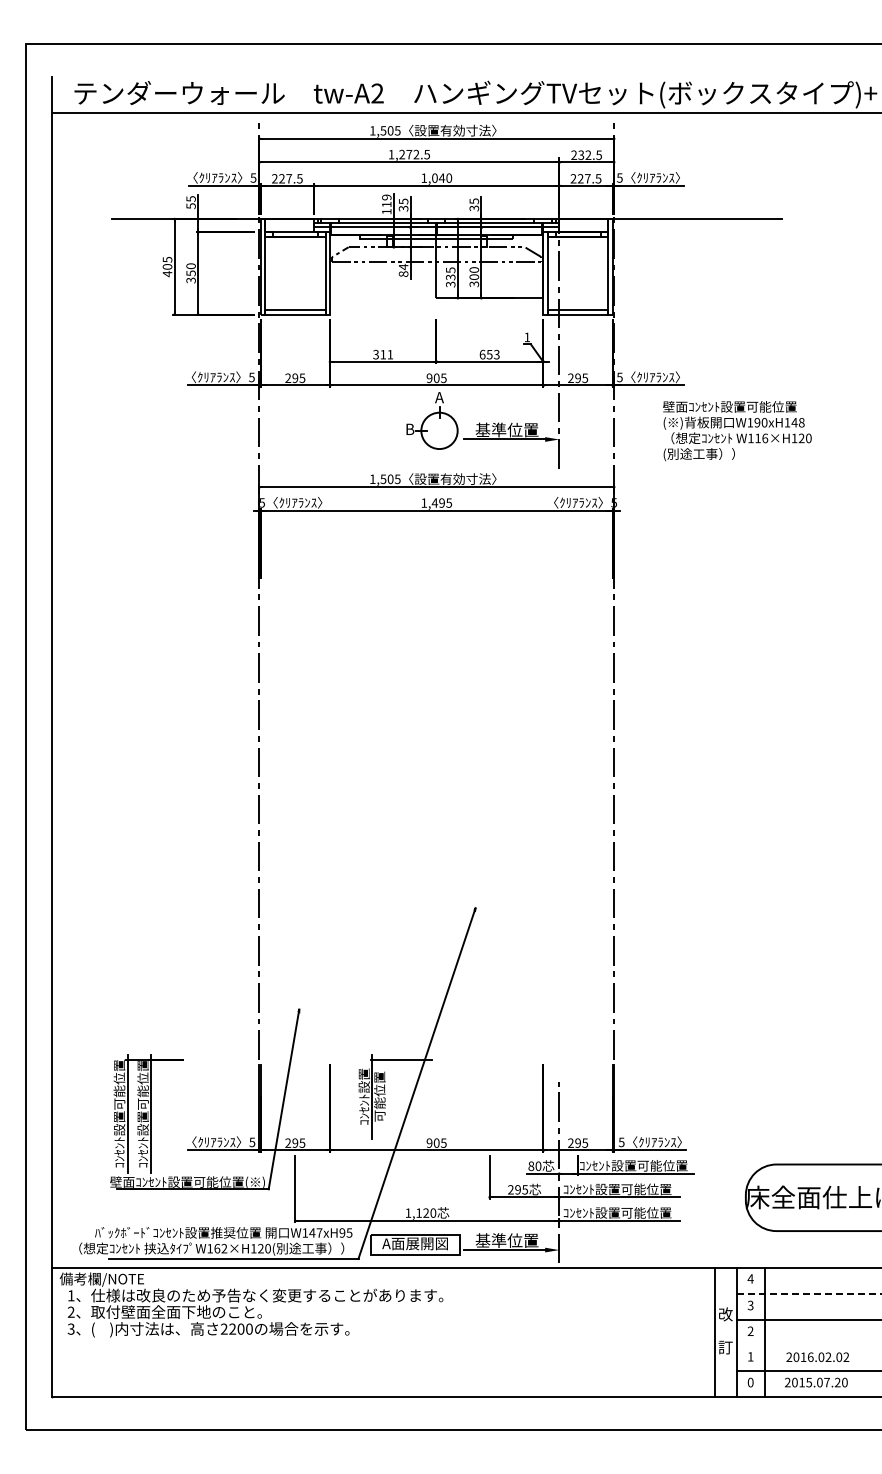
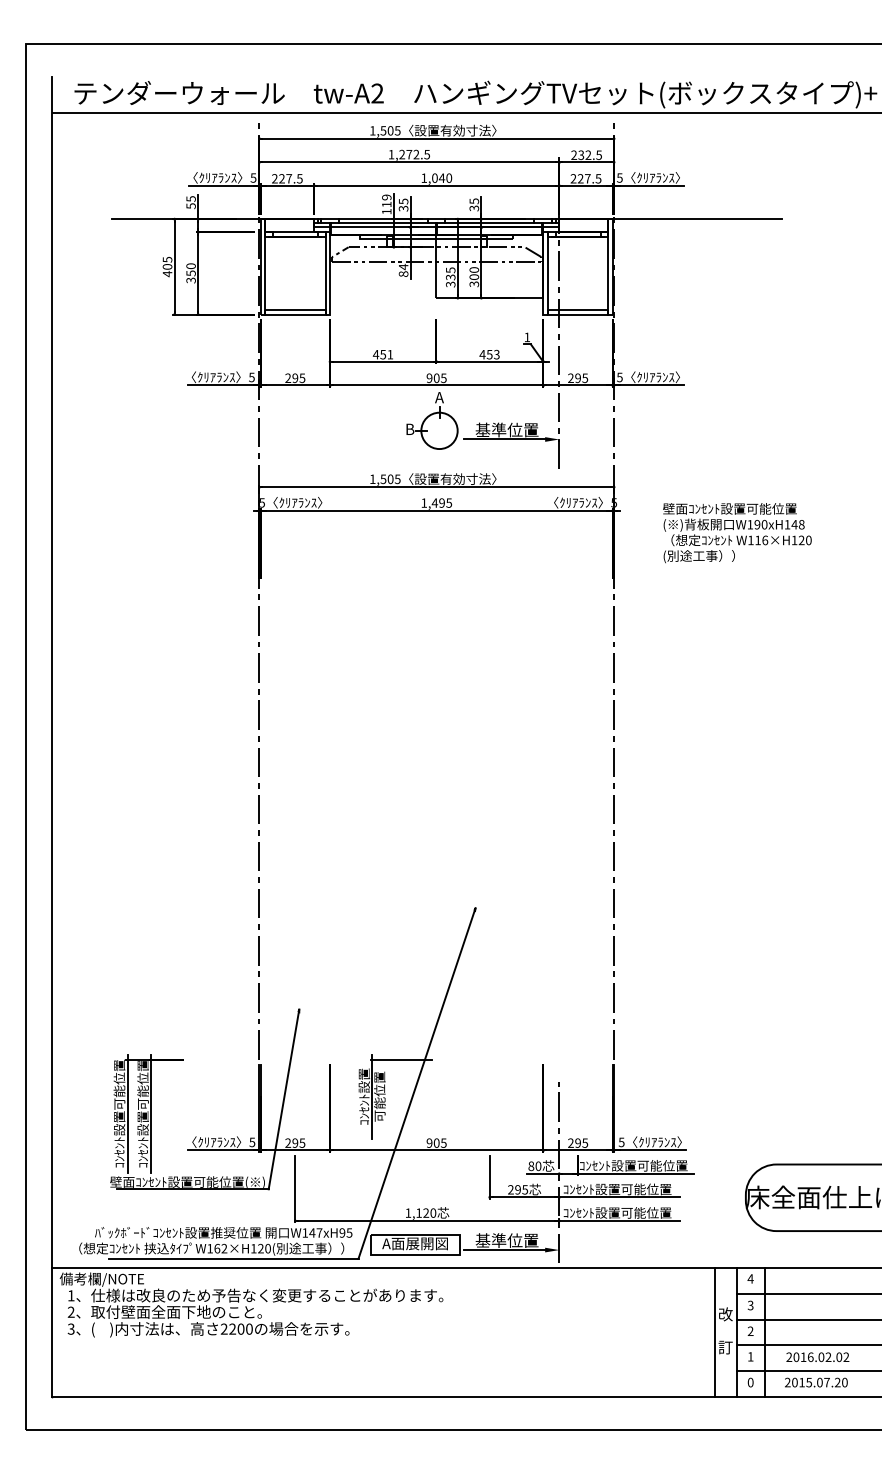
text at (379, 354): 311 -> 451
text at (482, 354): 653 -> 453
text at (737, 431) position: (737, 431) -> (737, 533)
line at (809, 1293): dashed -> solid
line at (807, 1345): none -> present
